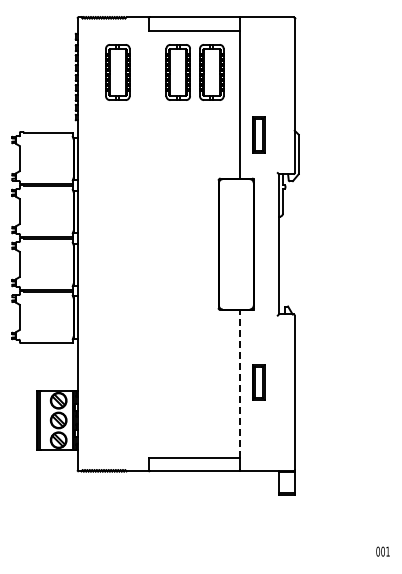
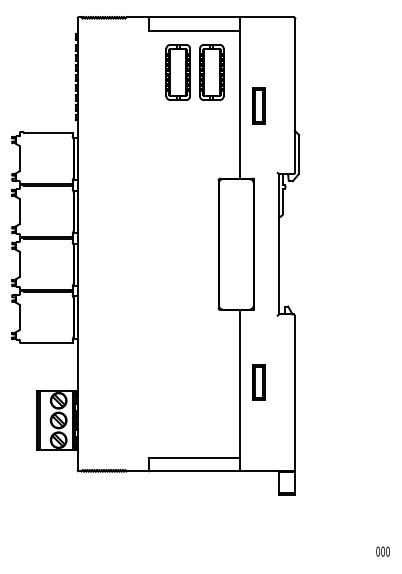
part at (117, 72): present -> none
part at (258, 134) position: (258, 134) -> (258, 105)
line at (239, 383): dashed -> solid
text at (387, 551): 001 -> 000
